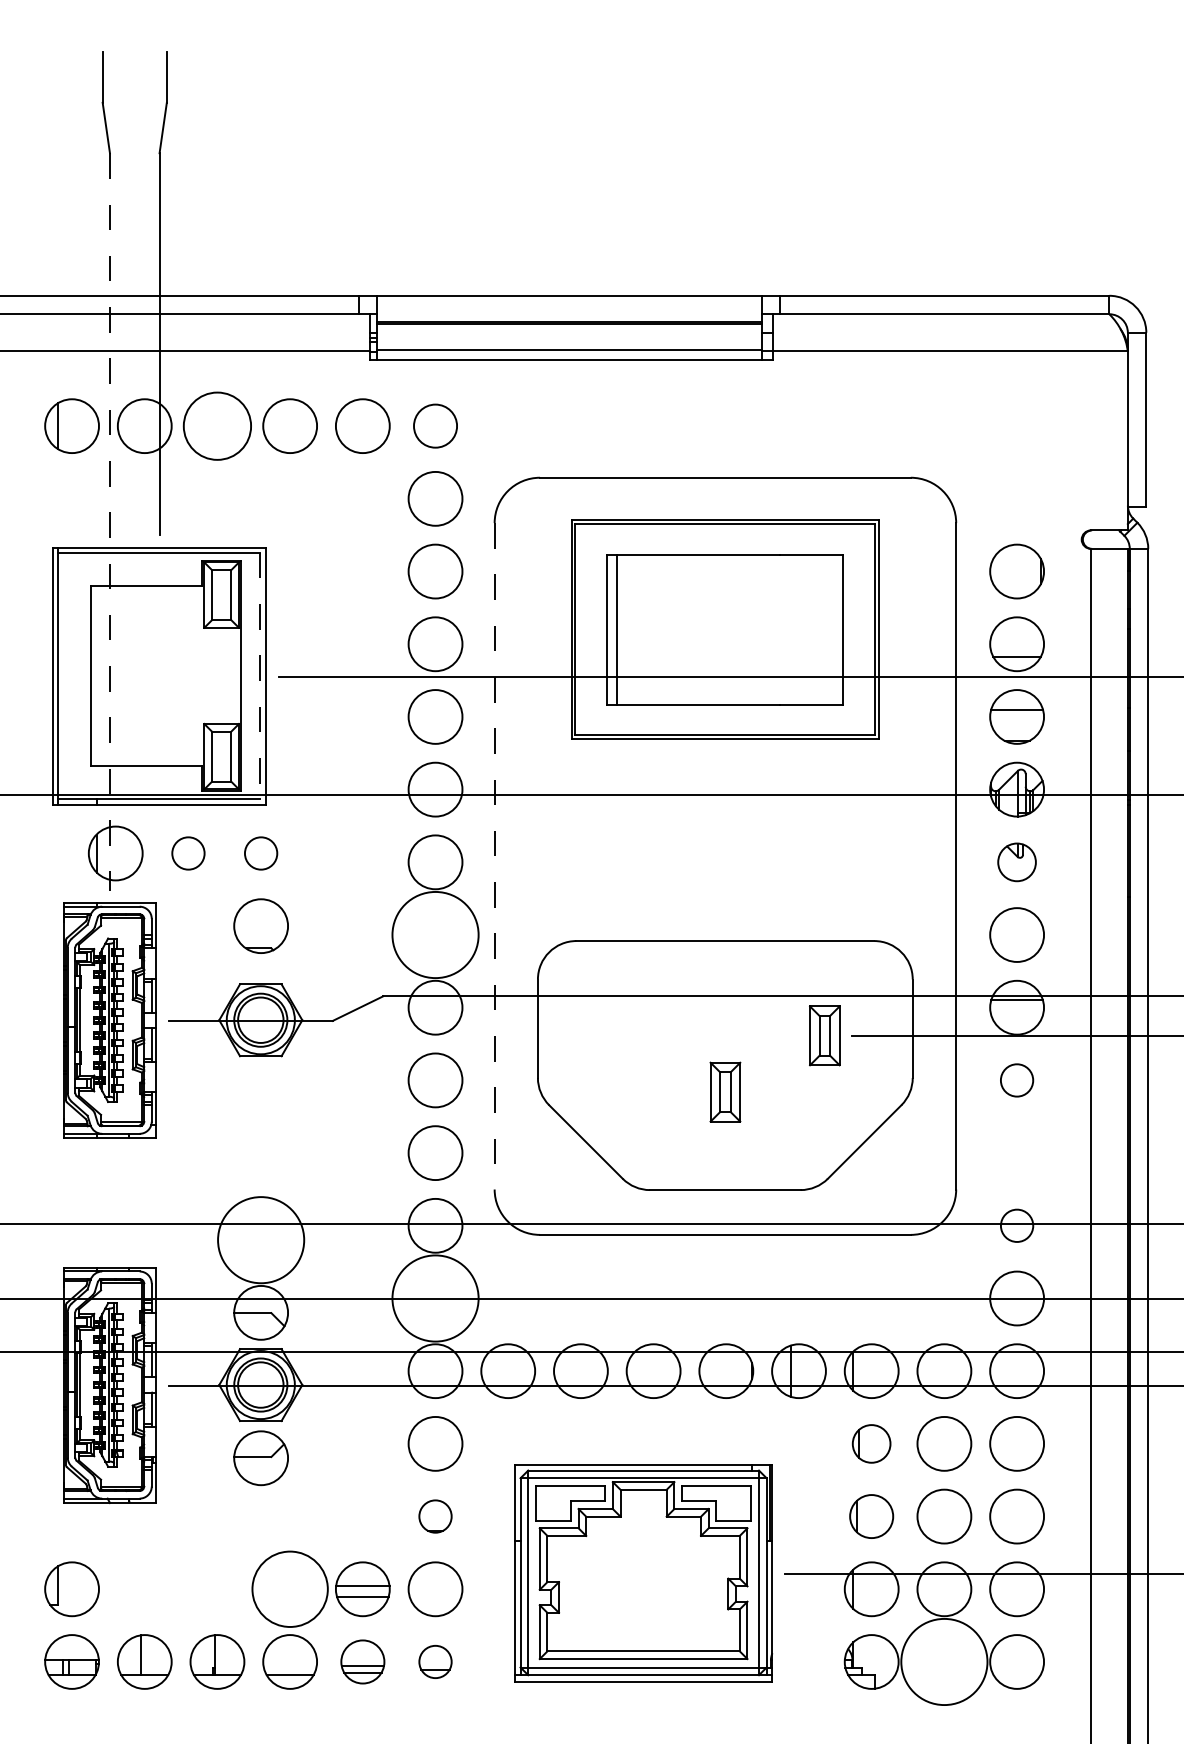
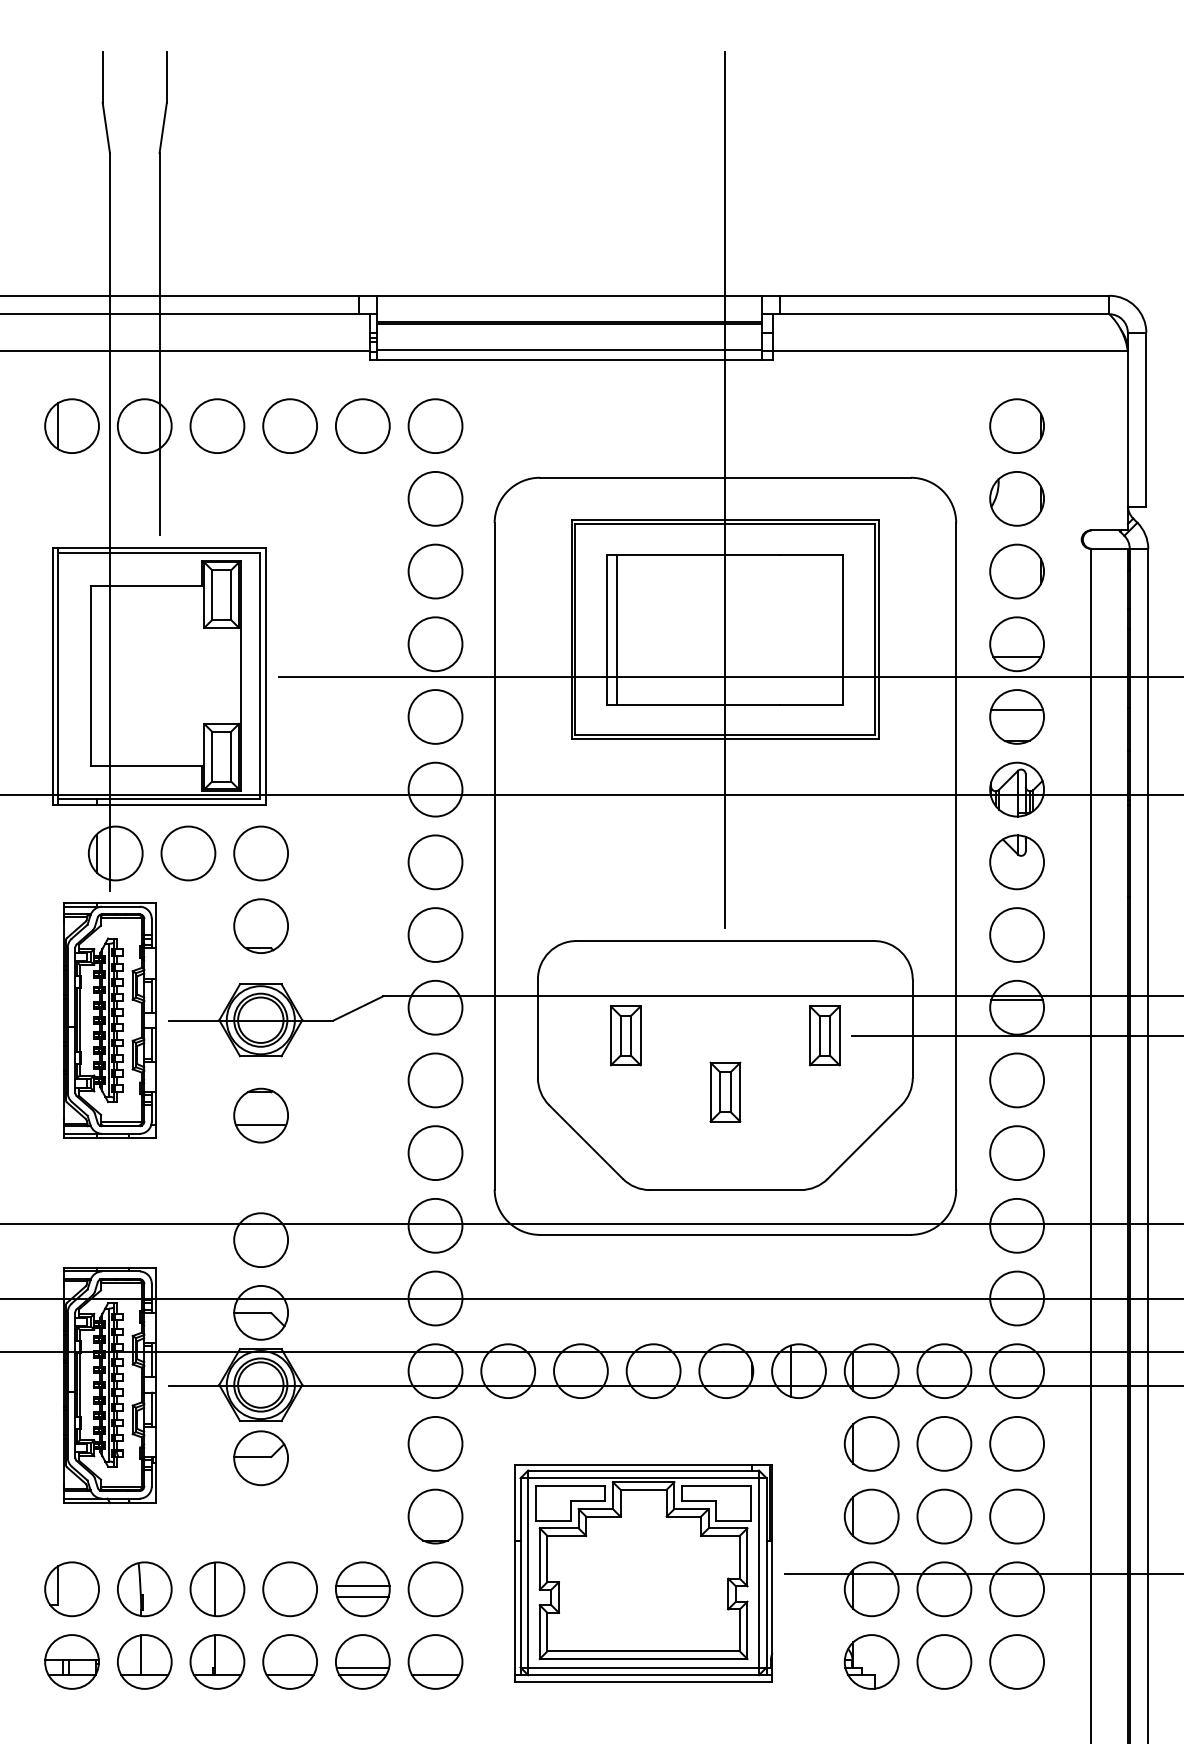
circle at (216, 425) size: 70x70 px -> 57x56 px
circle at (435, 425) size: 45x46 px -> 57x56 px
part at (1016, 425): none -> present
line at (725, 490): none -> present
part at (1016, 498): none -> present
line at (109, 521): dashed -> solid
line at (260, 676): dashed -> solid
circle at (188, 853) size: 35x35 px -> 57x57 px
circle at (260, 853) diameter: 32 px -> 54 px
line at (494, 856): dashed -> solid
part at (1016, 862) size: 40x41 px -> 56x57 px
circle at (435, 934) diameter: 86 px -> 54 px
part at (625, 1035): none -> present
circle at (1017, 1080) size: 35x35 px -> 56x57 px
part at (260, 1115): none -> present
circle at (1016, 1152): none -> present
circle at (1016, 1225) diameter: 32 px -> 54 px
circle at (261, 1240) diameter: 86 px -> 54 px
circle at (435, 1298) diameter: 86 px -> 54 px
part at (871, 1443) size: 41x40 px -> 57x56 px
part at (435, 1516) size: 35x35 px -> 57x57 px
part at (871, 1516) size: 46x45 px -> 57x57 px
circle at (289, 1588) diameter: 75 px -> 54 px
part at (144, 1589): none -> present
part at (217, 1589): none -> present
part at (362, 1661) size: 46x46 px -> 56x56 px
part at (435, 1661) size: 35x34 px -> 57x56 px
circle at (944, 1661) diameter: 86 px -> 54 px
